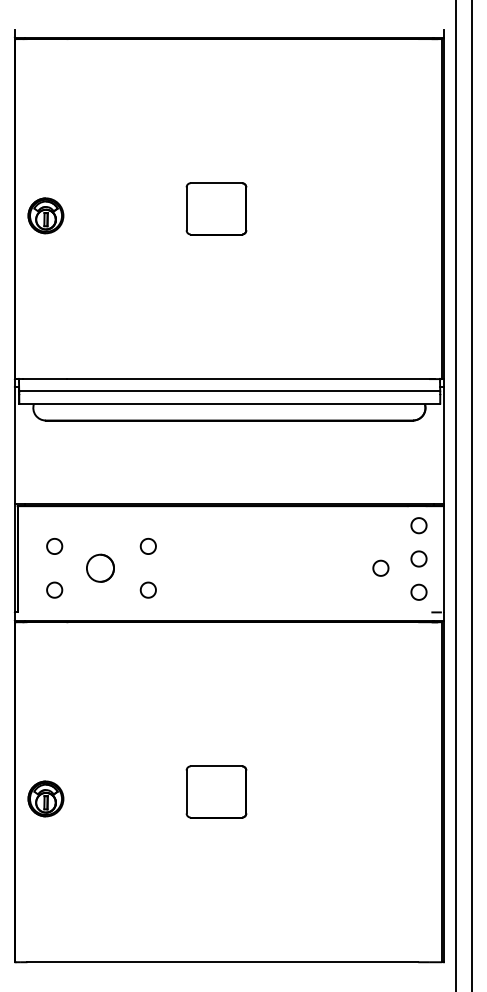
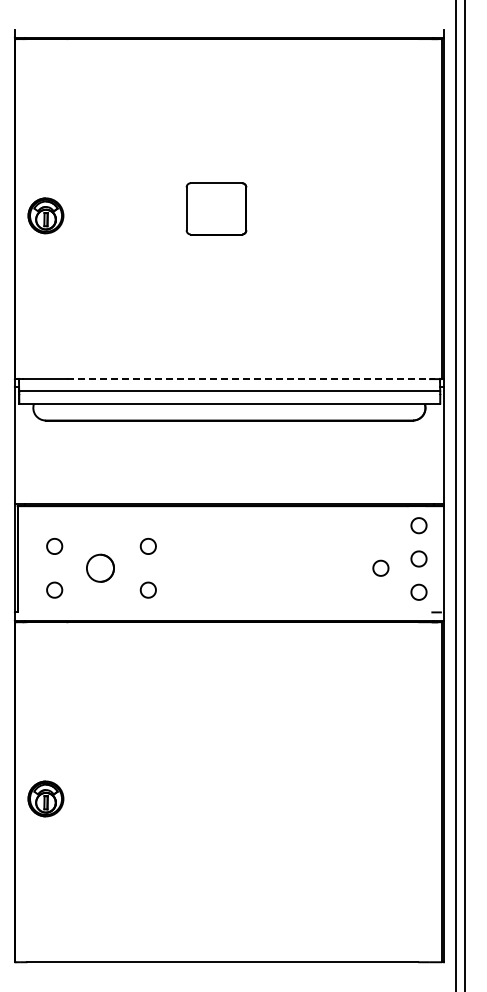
line at (251, 379): solid -> dashed
line at (472, 495) position: (472, 495) -> (465, 495)
part at (216, 791): present -> none
